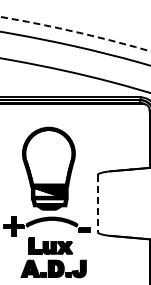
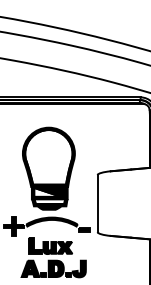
arc at (76, 32): dashed -> solid
line at (97, 203): dashed -> solid
